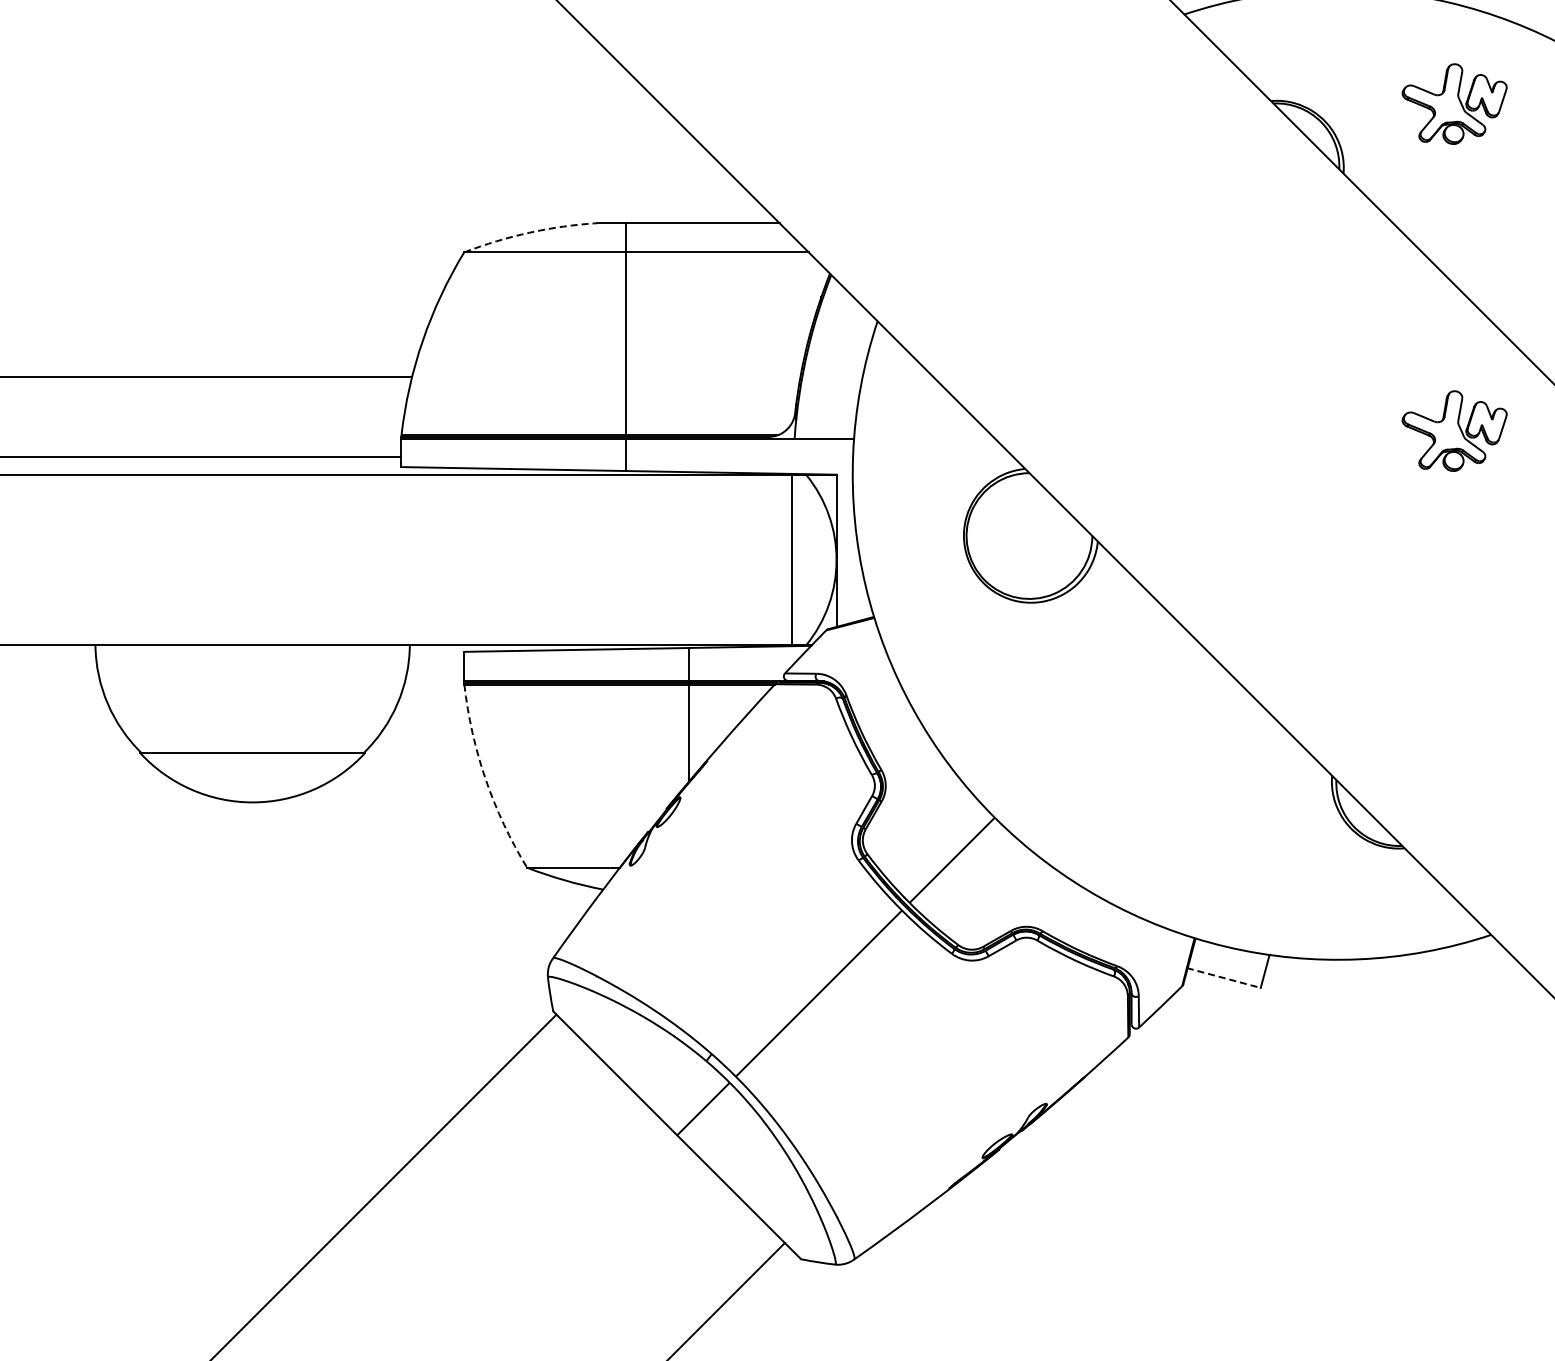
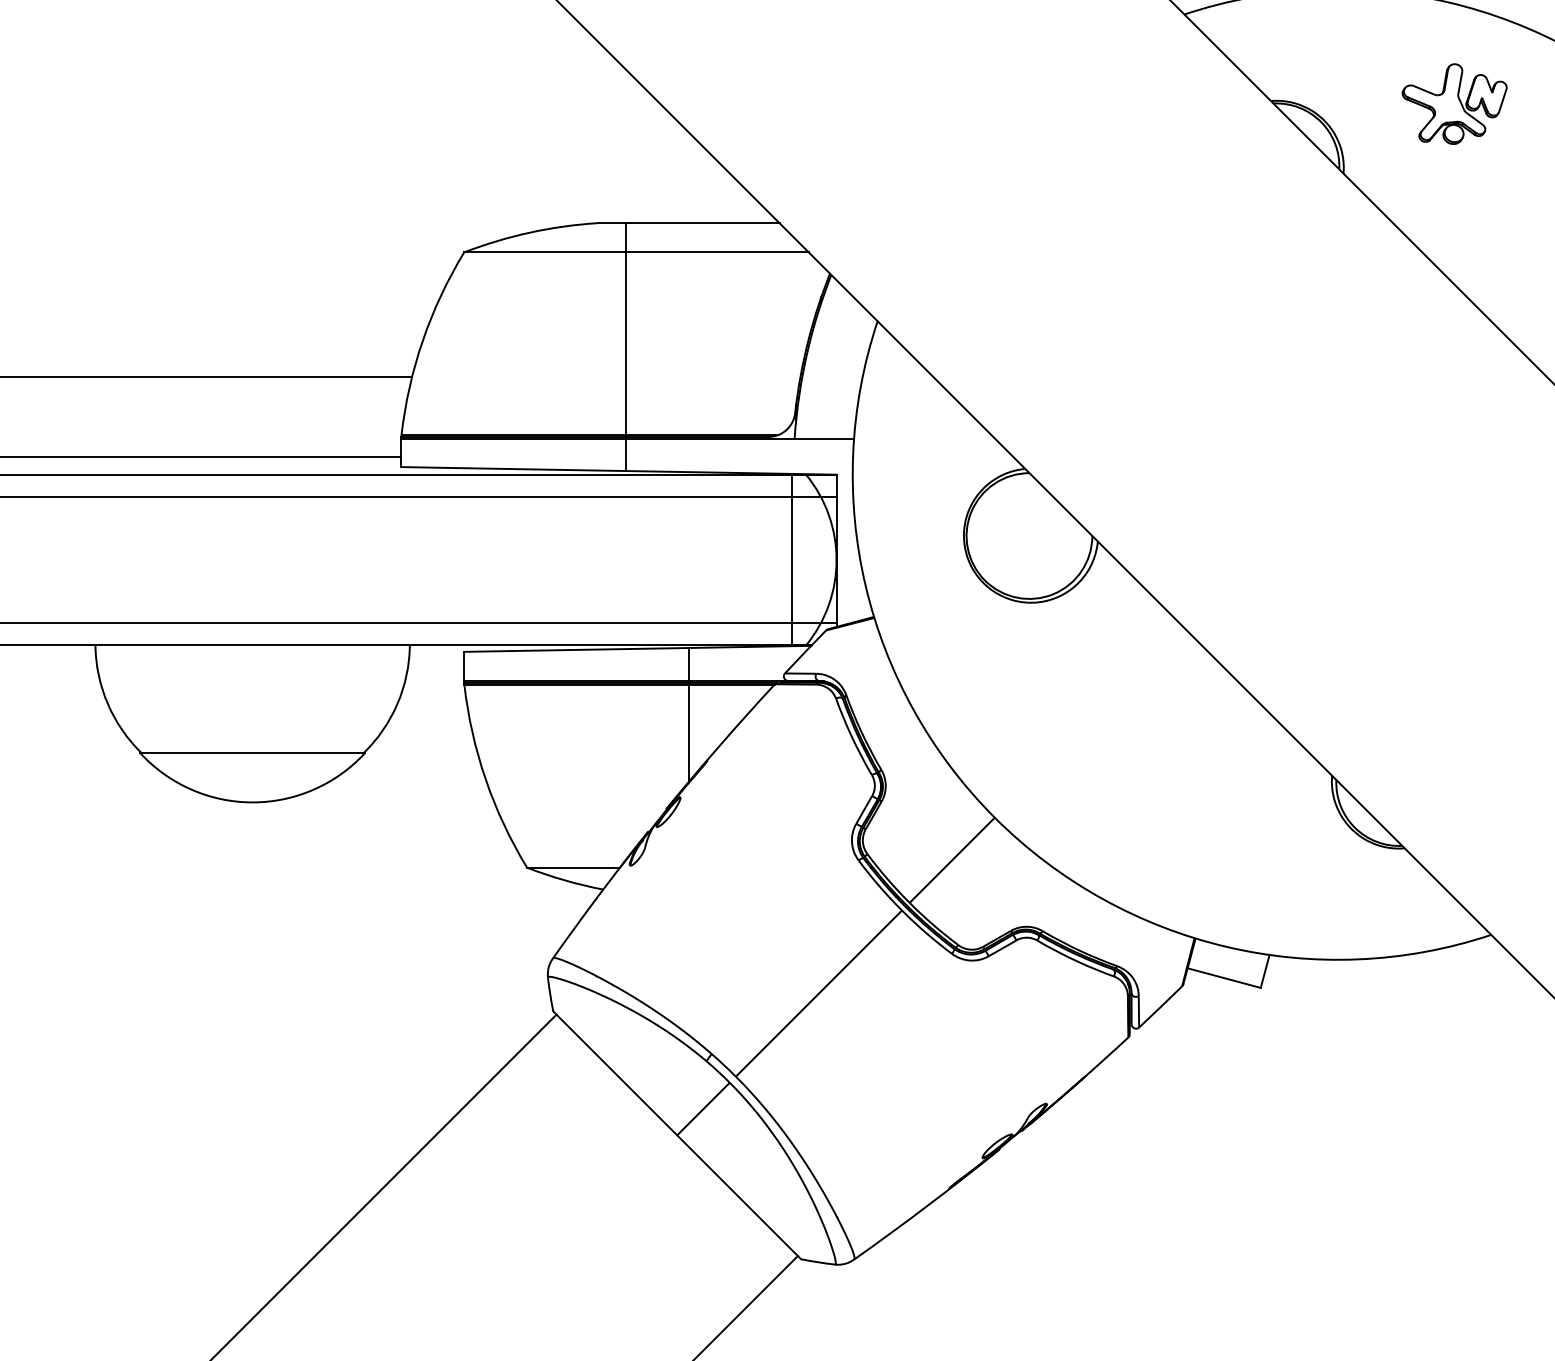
arc at (529, 232): dashed -> solid
part at (1454, 430): present -> none
line at (419, 497): none -> present
line at (419, 622): none -> present
arc at (485, 779): dashed -> solid
line at (1224, 978): dashed -> solid
line at (727, 1299) position: (727, 1299) -> (746, 1306)
